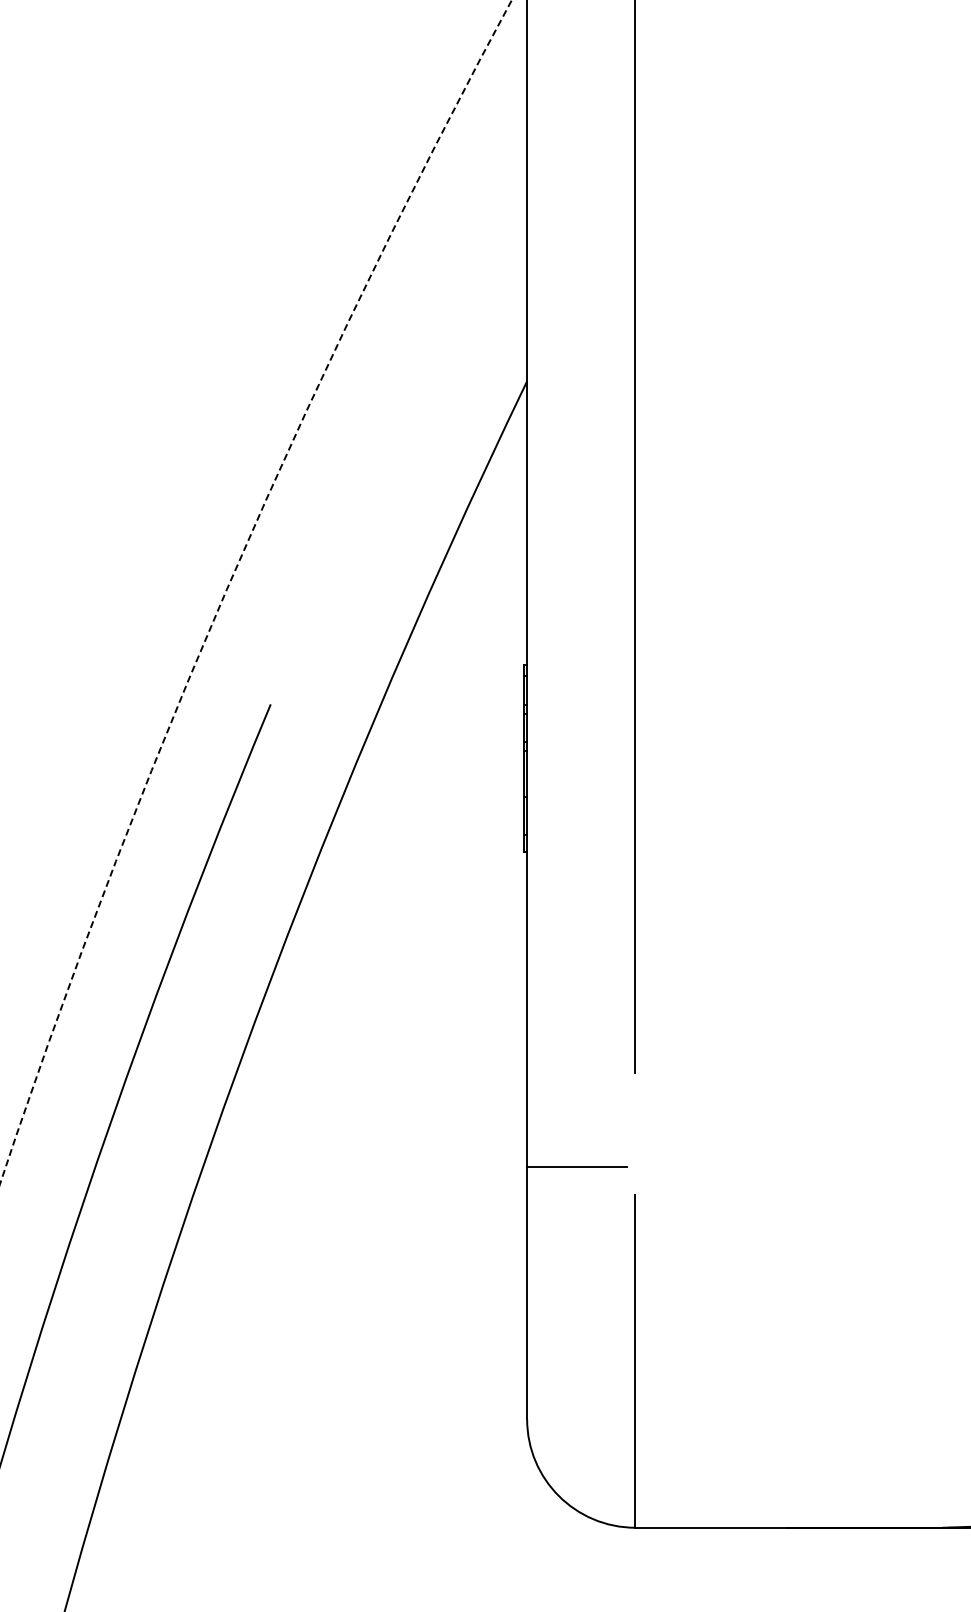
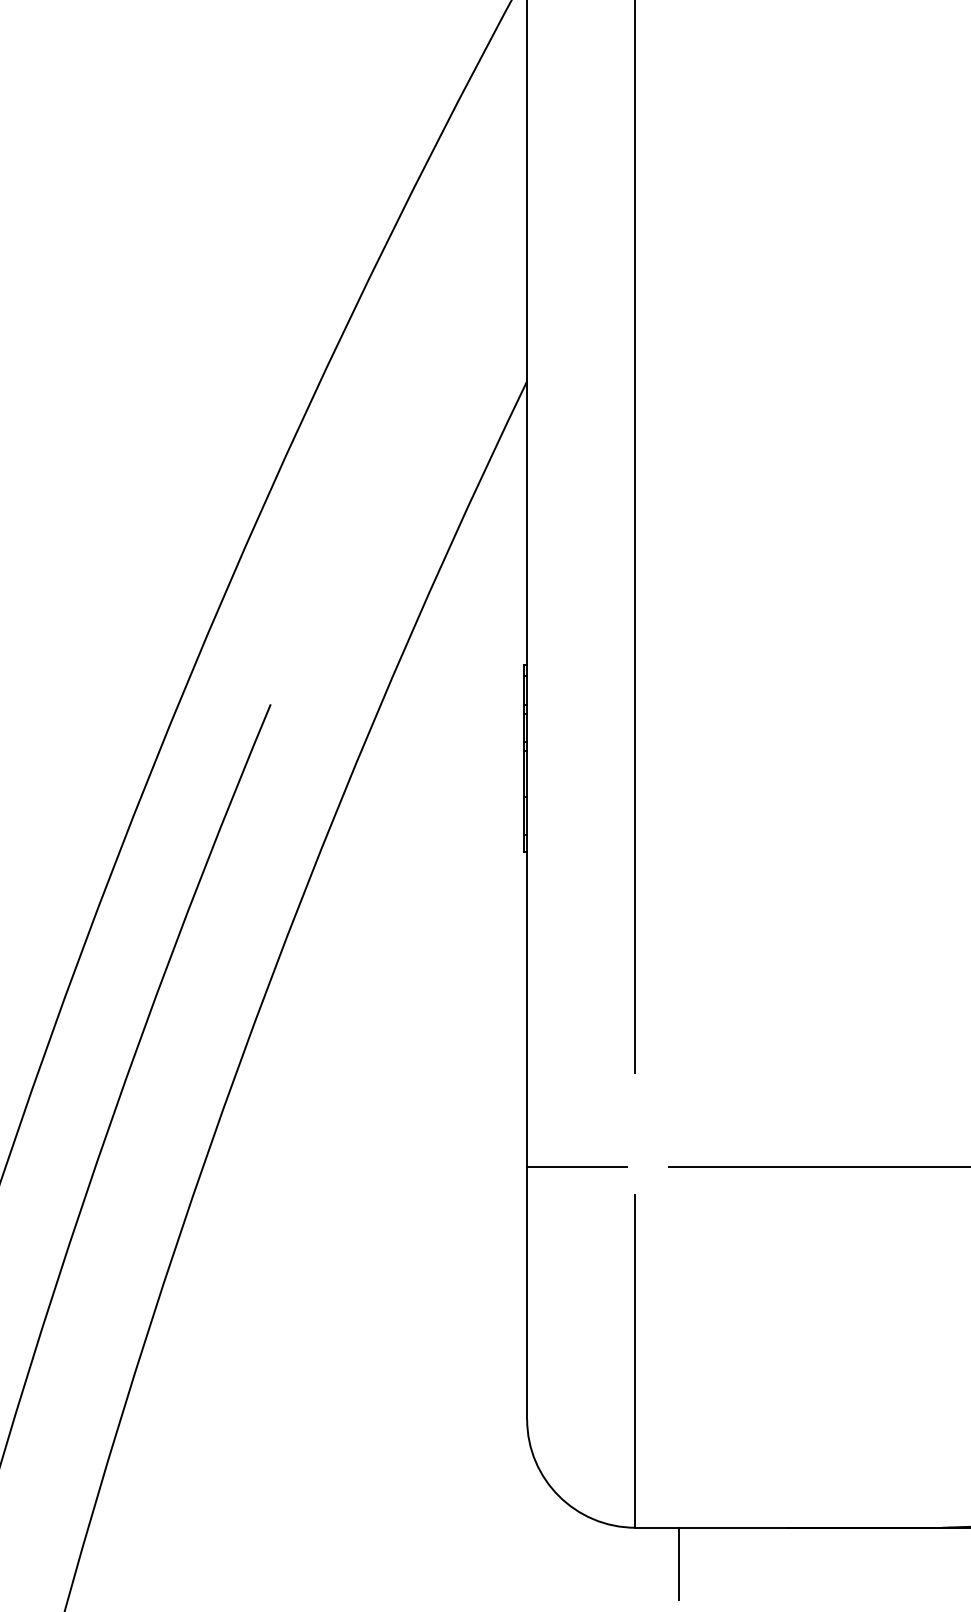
arc at (230, 581): dashed -> solid
line at (818, 1166): none -> present
line at (678, 1563): none -> present
